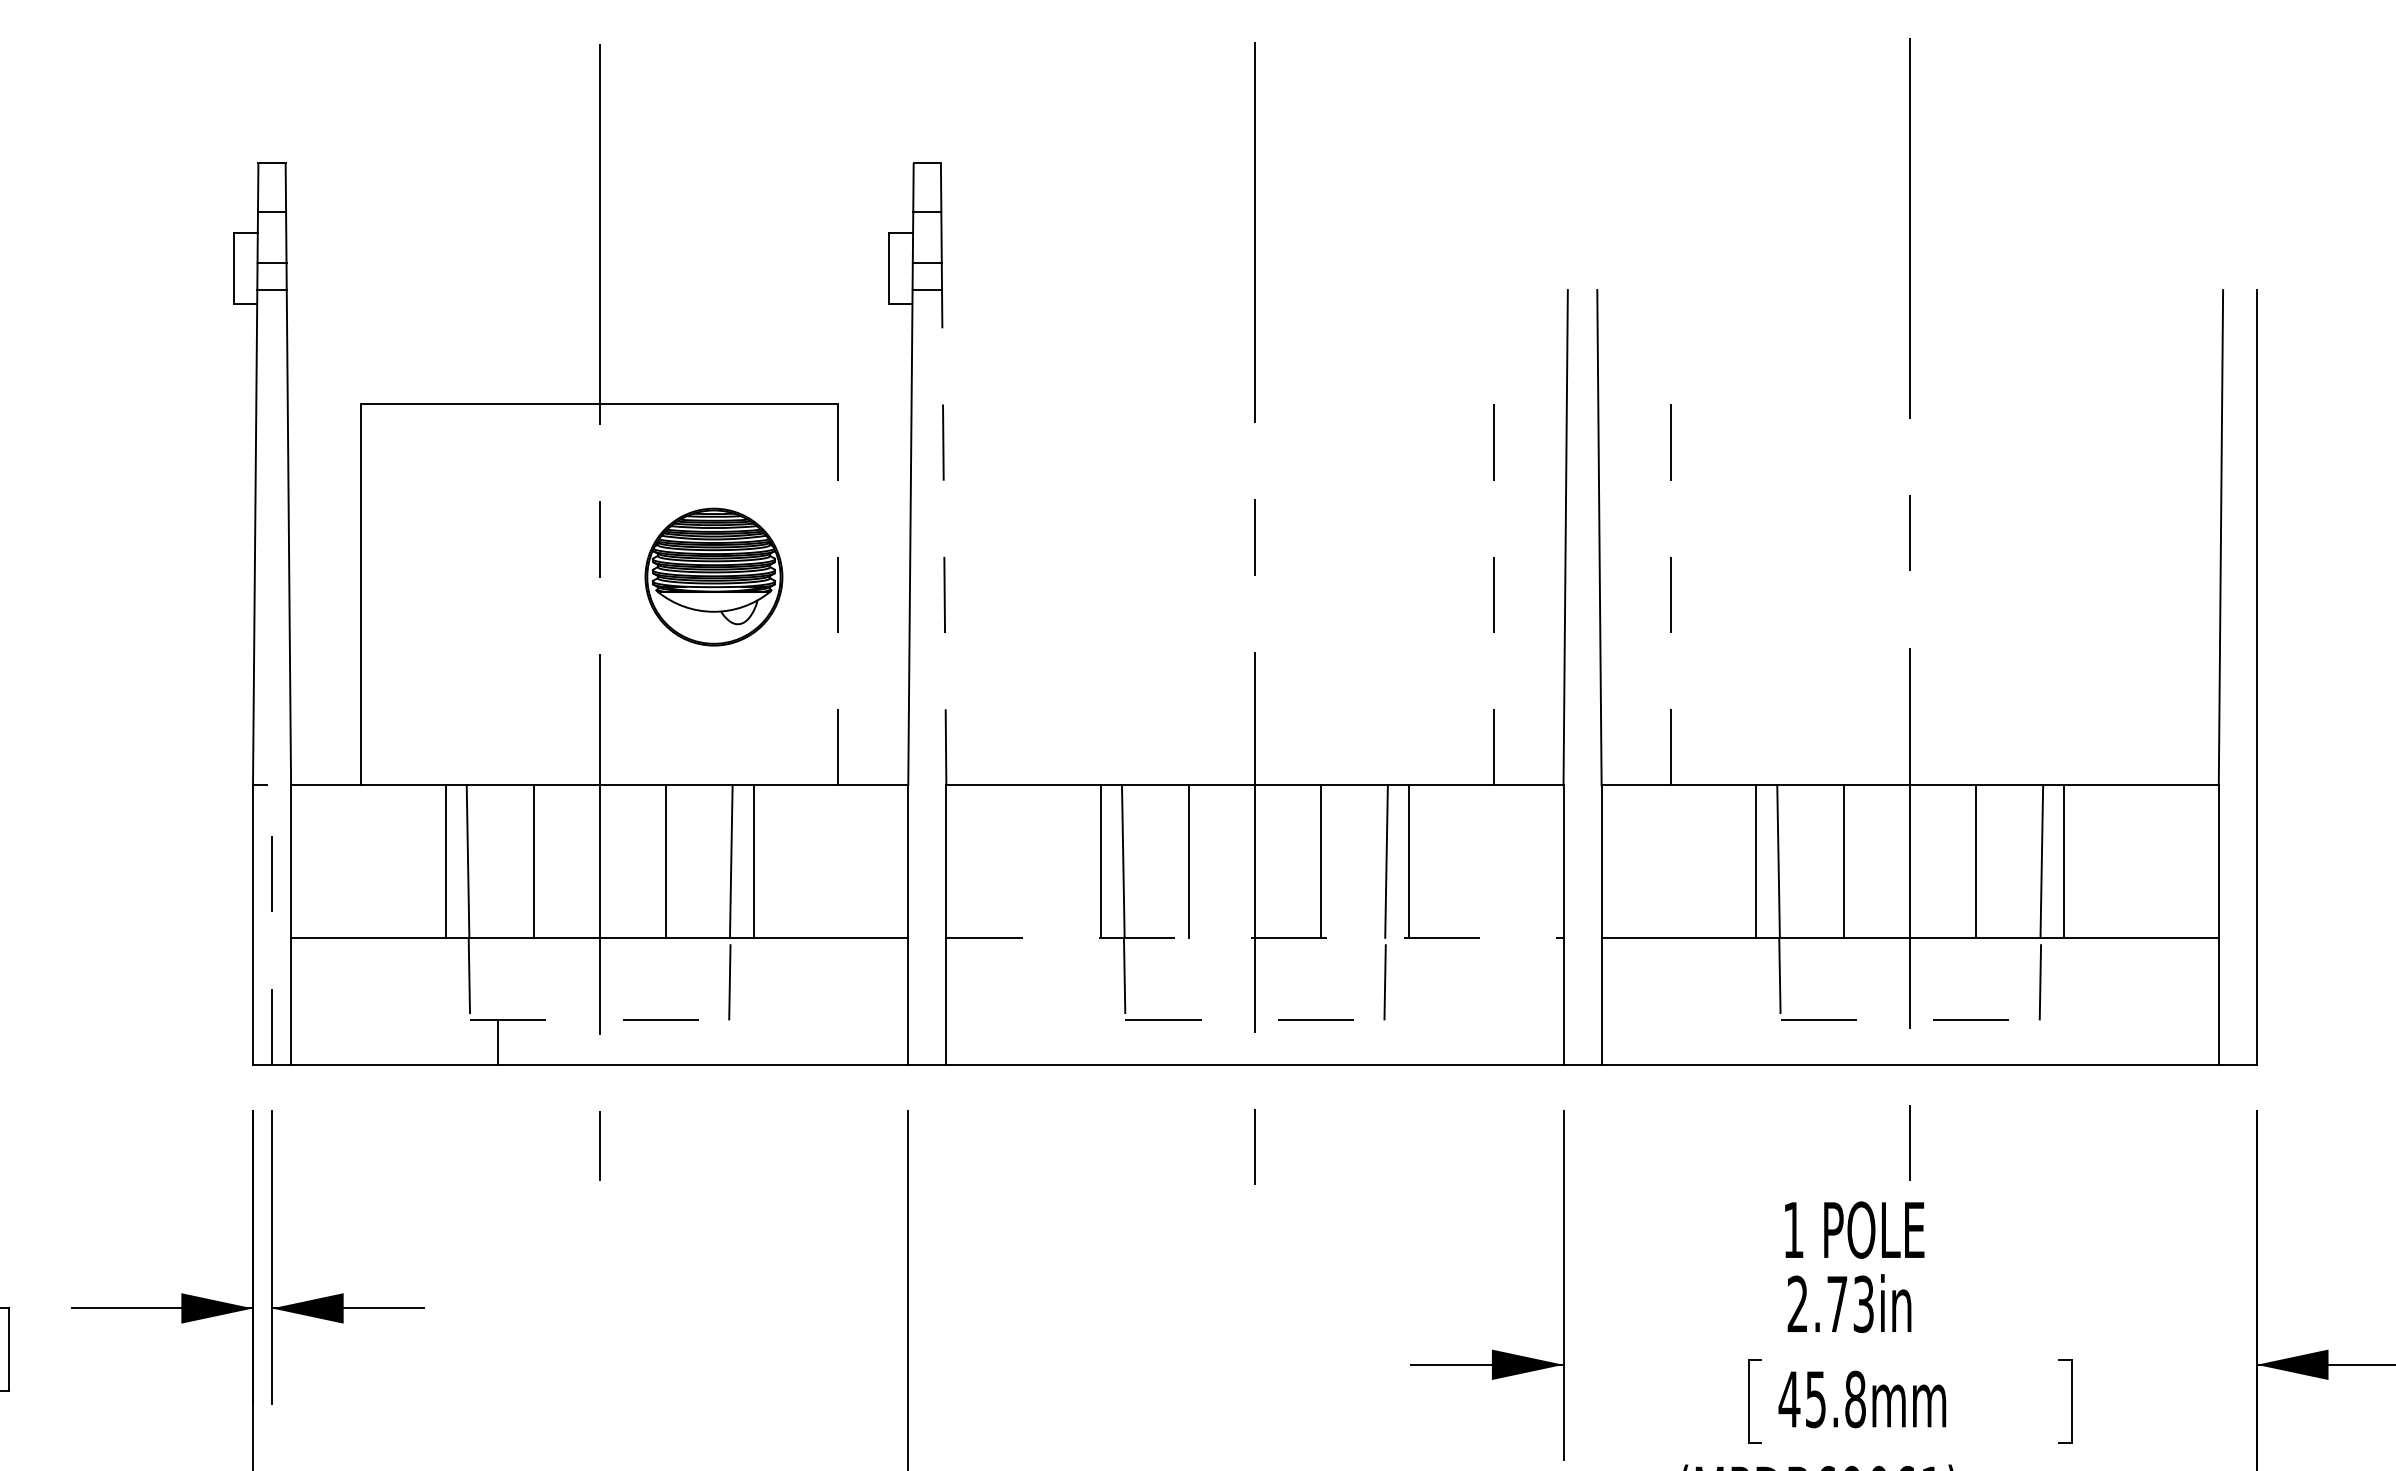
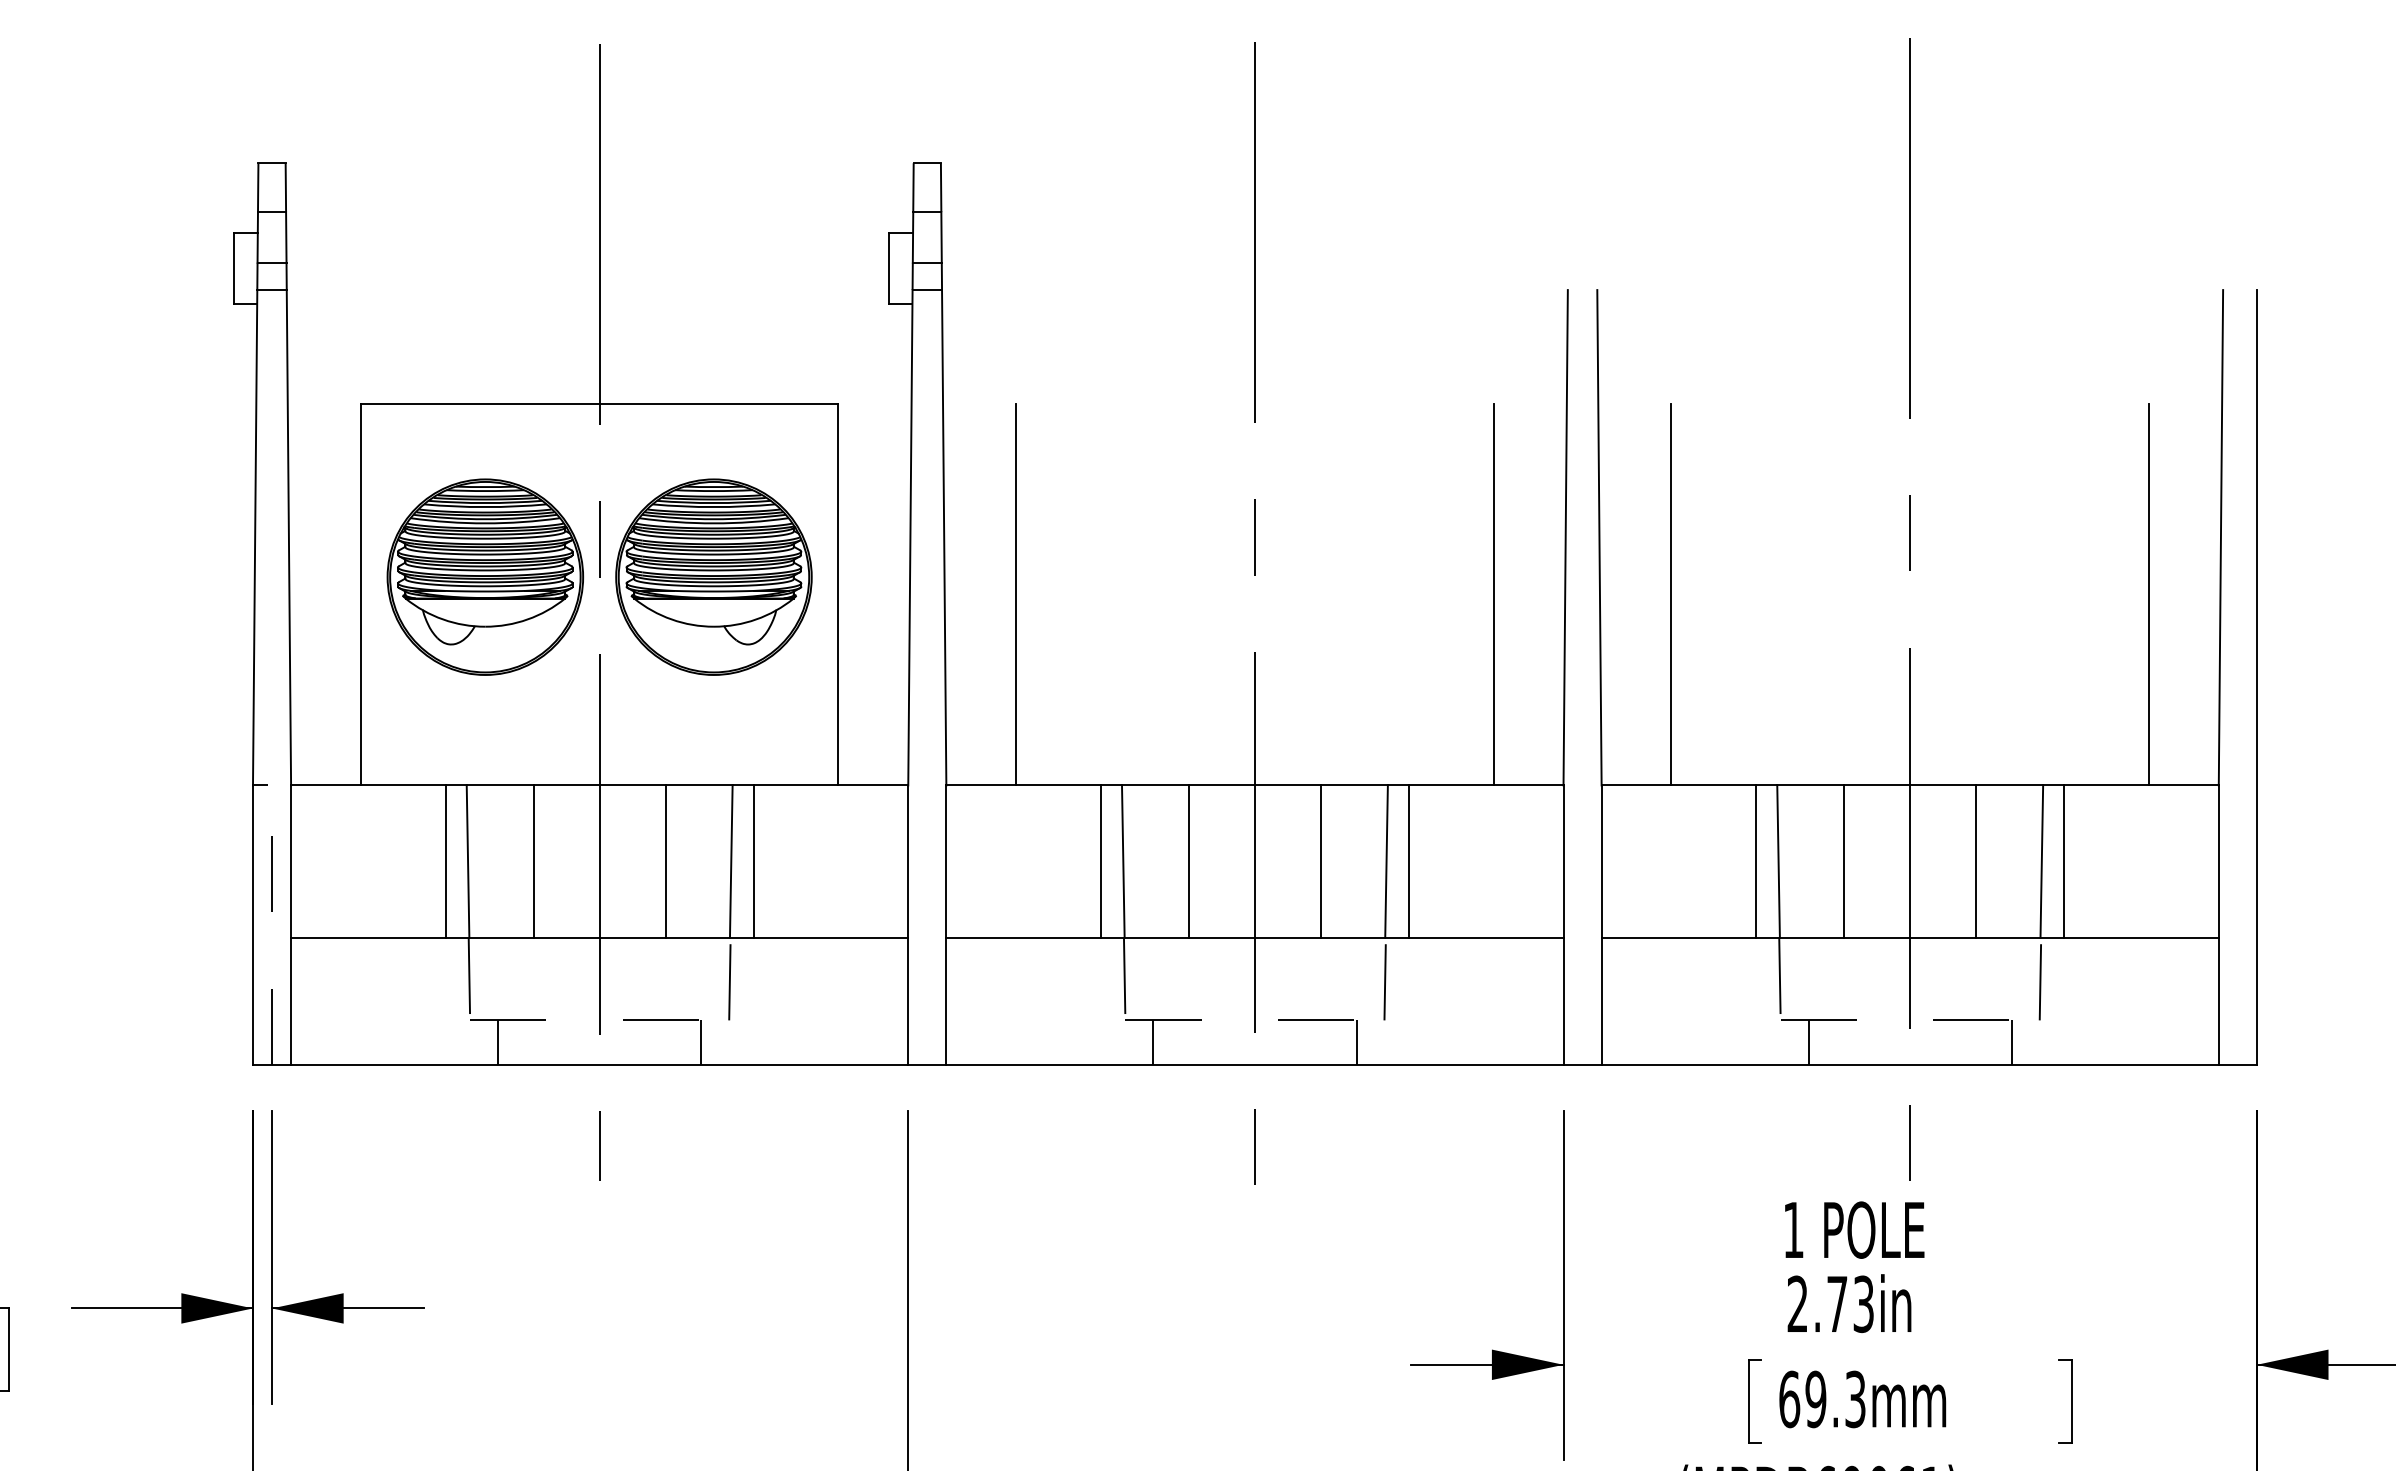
line at (944, 537): dashed -> solid
part at (485, 576): none -> present
part at (713, 576) size: 140x140 px -> 198x198 px
line at (1016, 594): none -> present
line at (2148, 594): none -> present
line at (838, 595): dashed -> solid
line at (1493, 595): dashed -> solid
line at (1671, 595): dashed -> solid
line at (1254, 937): dashed -> solid
line at (701, 1042): none -> present
line at (1153, 1042): none -> present
line at (1356, 1042): none -> present
line at (1808, 1042): none -> present
line at (2011, 1042): none -> present
text at (1821, 1399): 45.8mm -> 69.3mm
